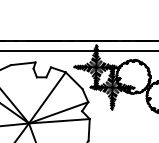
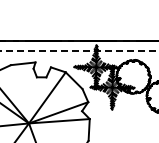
line at (79, 51): solid -> dashed
